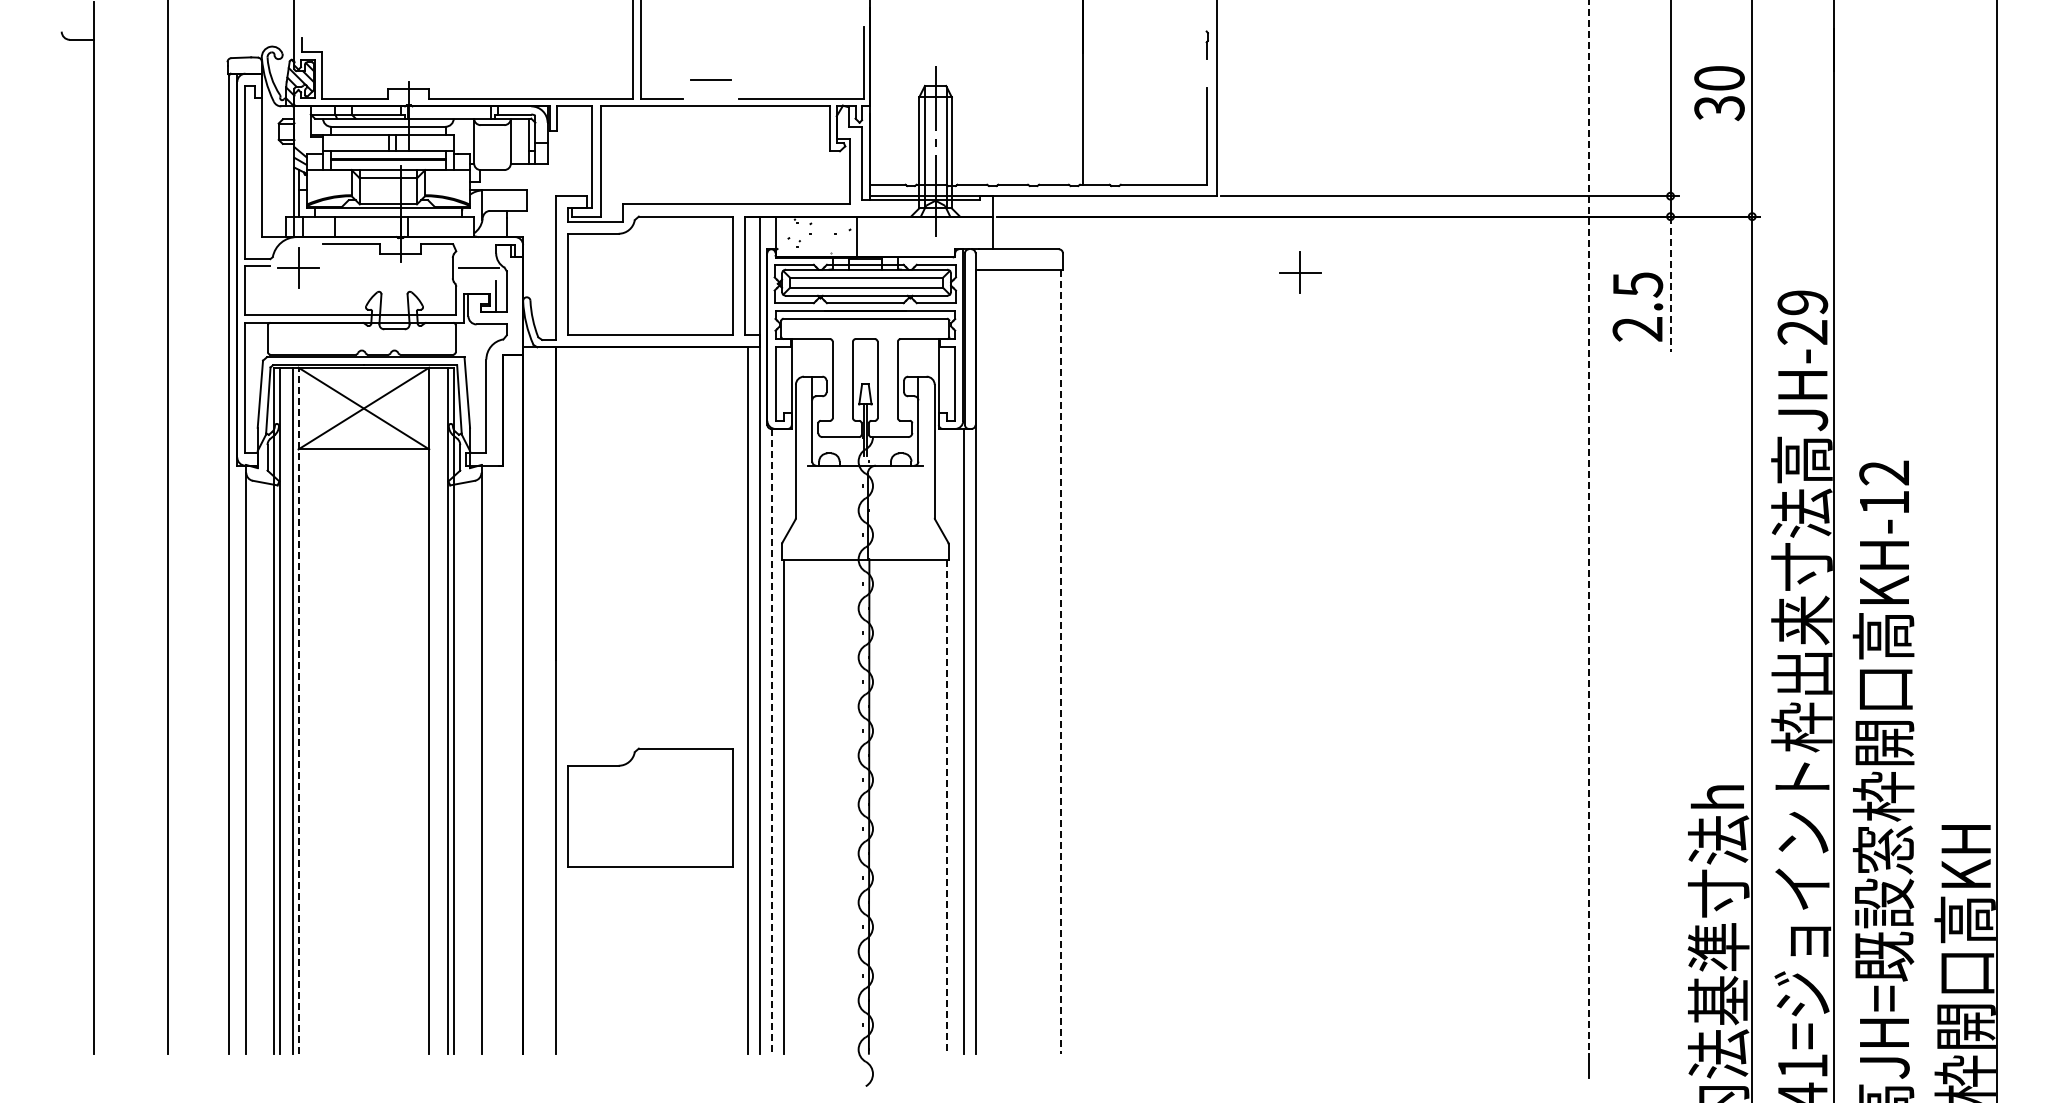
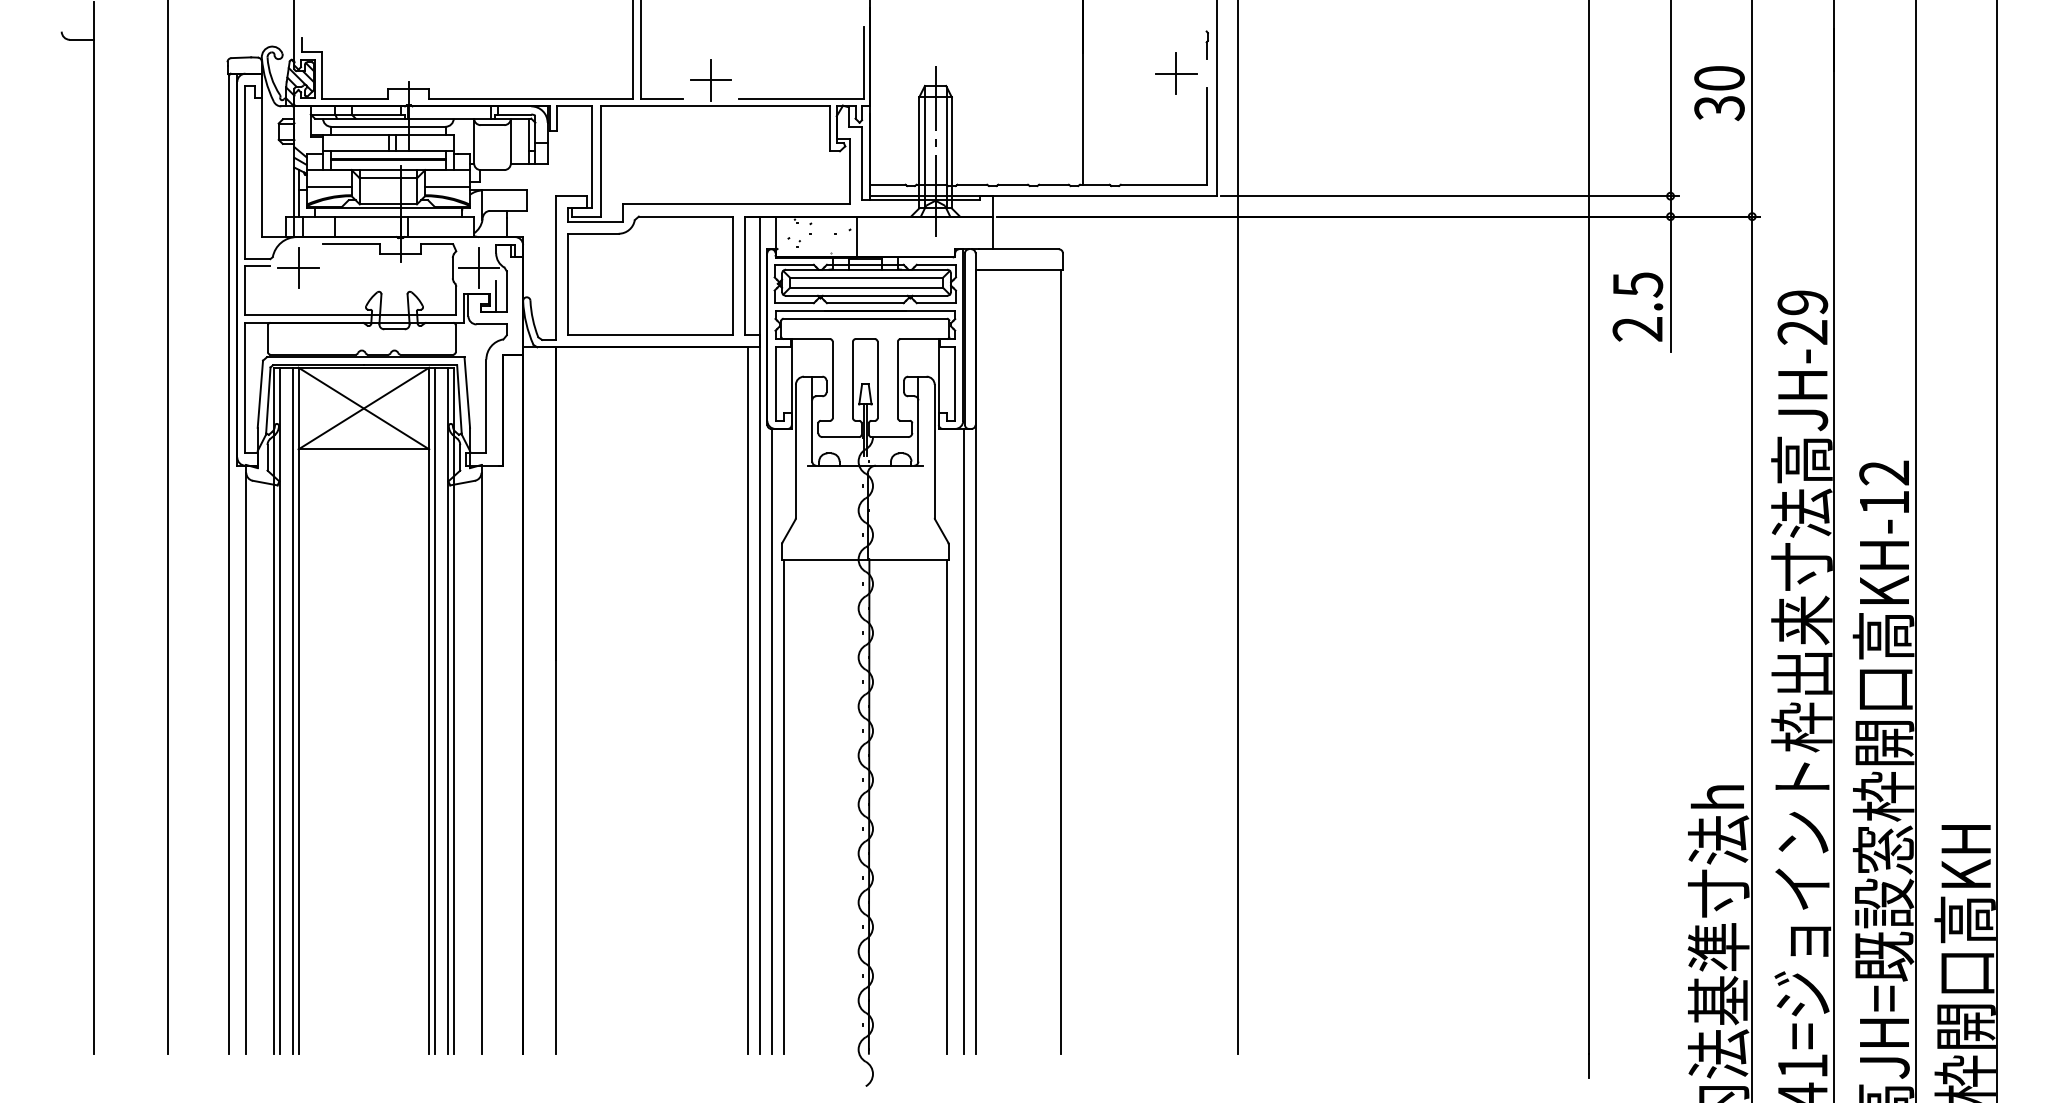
line at (710, 79): none -> present
line at (328, 186): none -> present
line at (447, 186): none -> present
line at (479, 267): none -> present
part at (1300, 272) position: (1300, 272) -> (1176, 73)
line at (1670, 284): dashed -> solid
line at (1237, 527): none -> present
line at (1588, 527): dashed -> solid
line at (1915, 550): none -> present
line at (1061, 661): dashed -> solid
line at (298, 710): dashed -> solid
line at (434, 710): none -> present
line at (772, 741): dashed -> solid
part at (650, 807): present -> none
line at (946, 807): dashed -> solid
